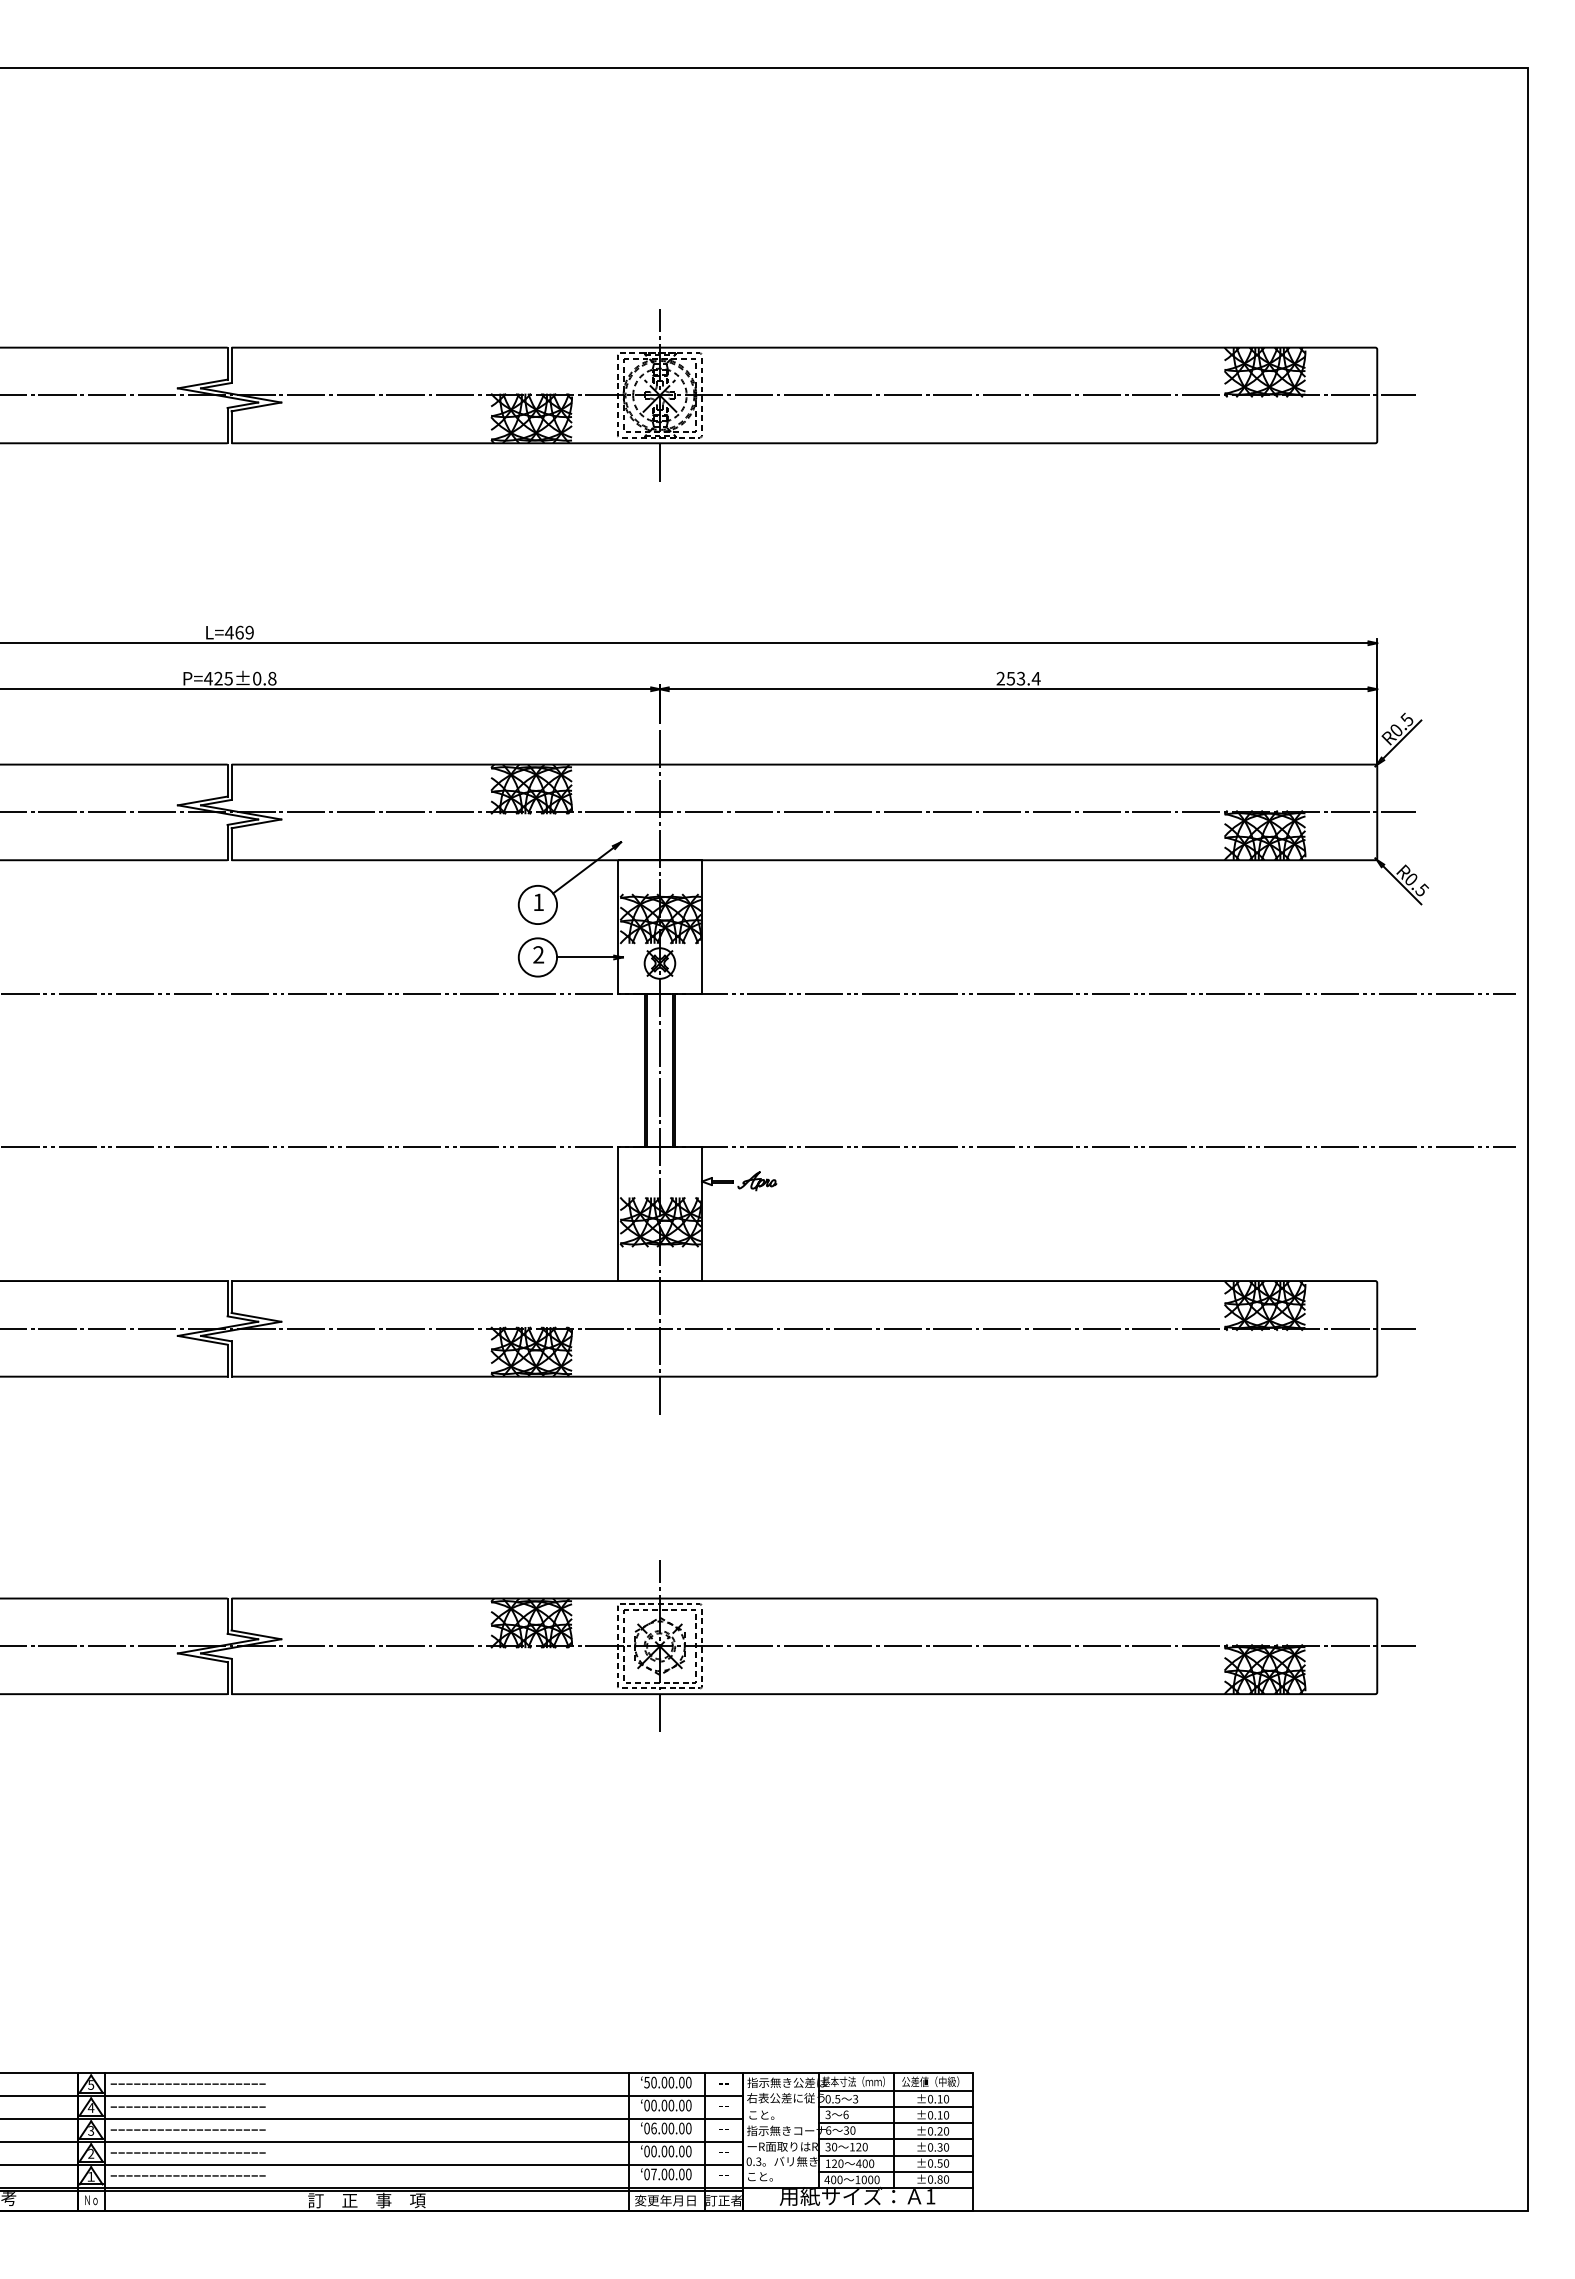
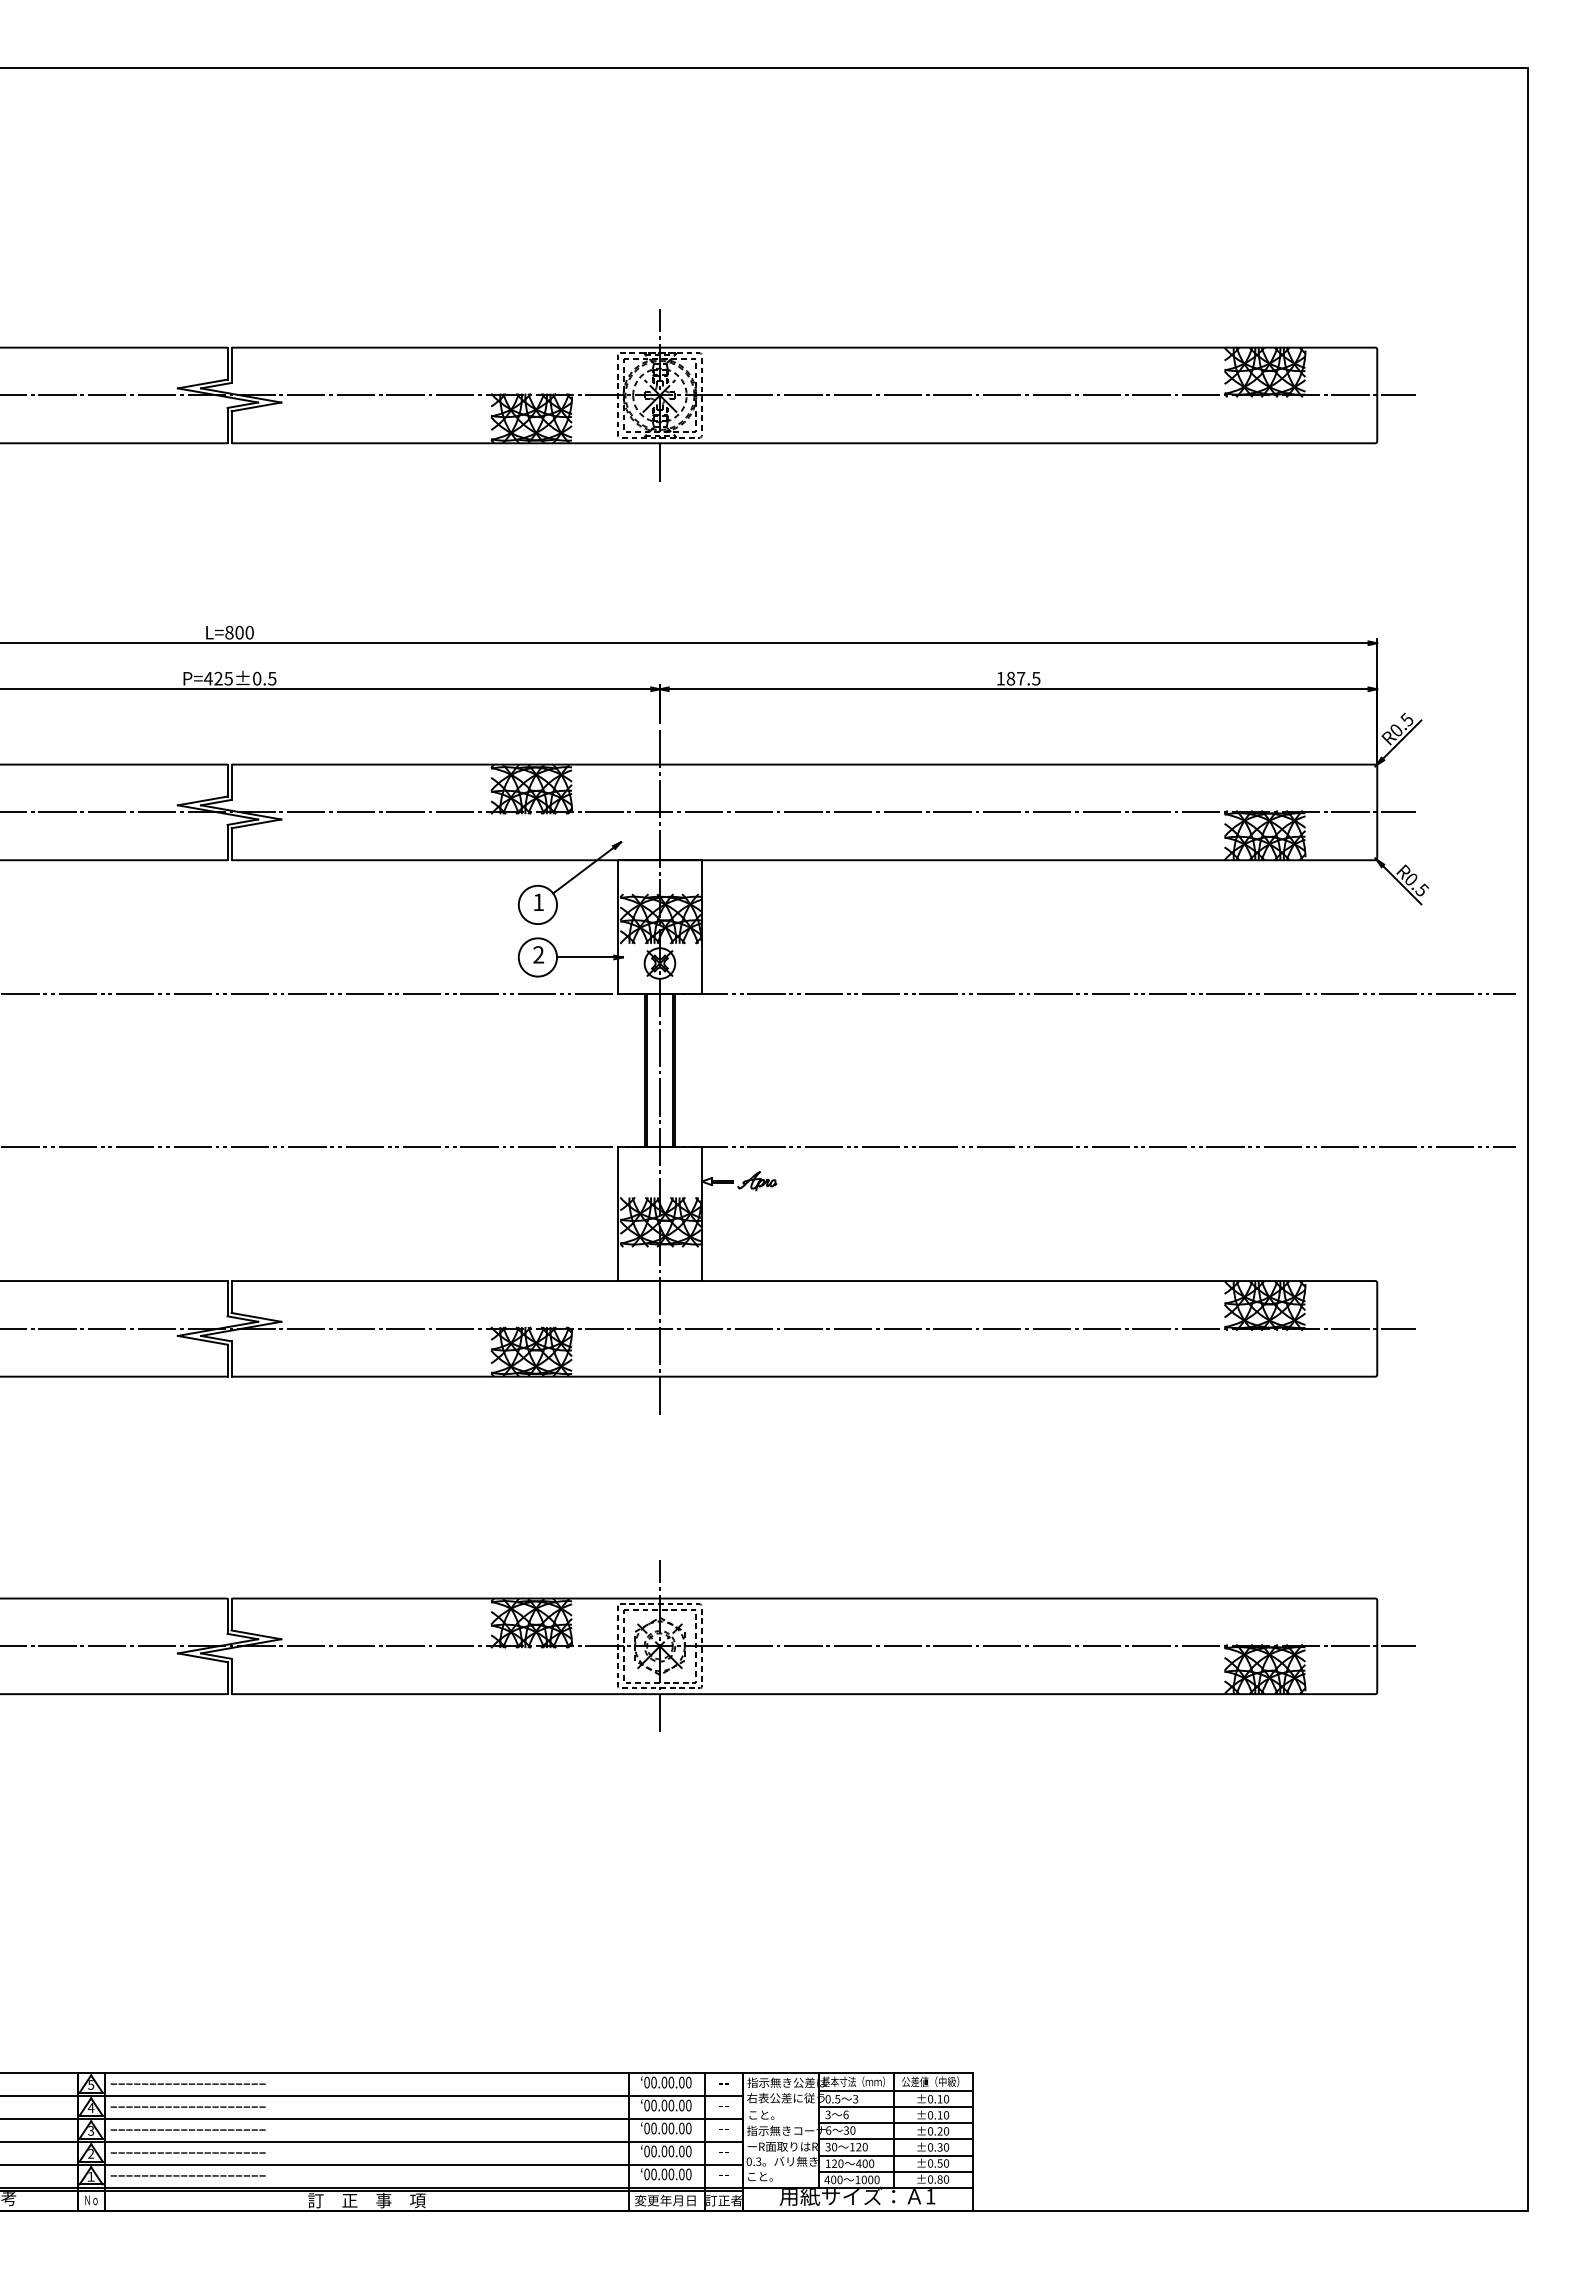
text at (238, 632): L=469 -> L=800
text at (272, 678): P=425±0.8 -> P=425±0.5
text at (1018, 678): 253.4 -> 187.5
text at (646, 2082): 50.00.00 -> 00.00.00
text at (653, 2128): 06.00.00 -> 00.00.00
text at (653, 2174): 07.00.00 -> 00.00.00
